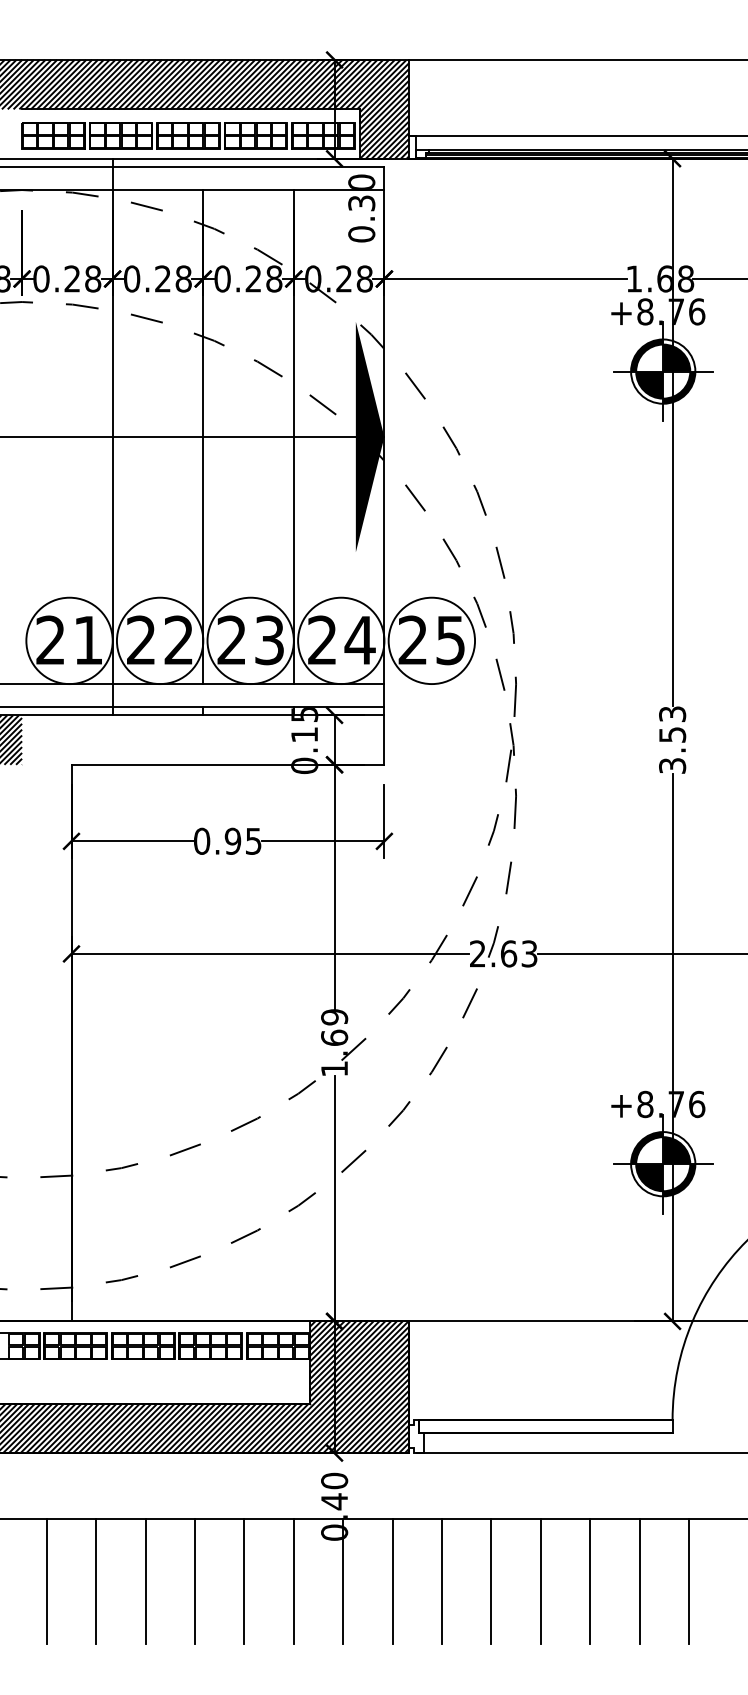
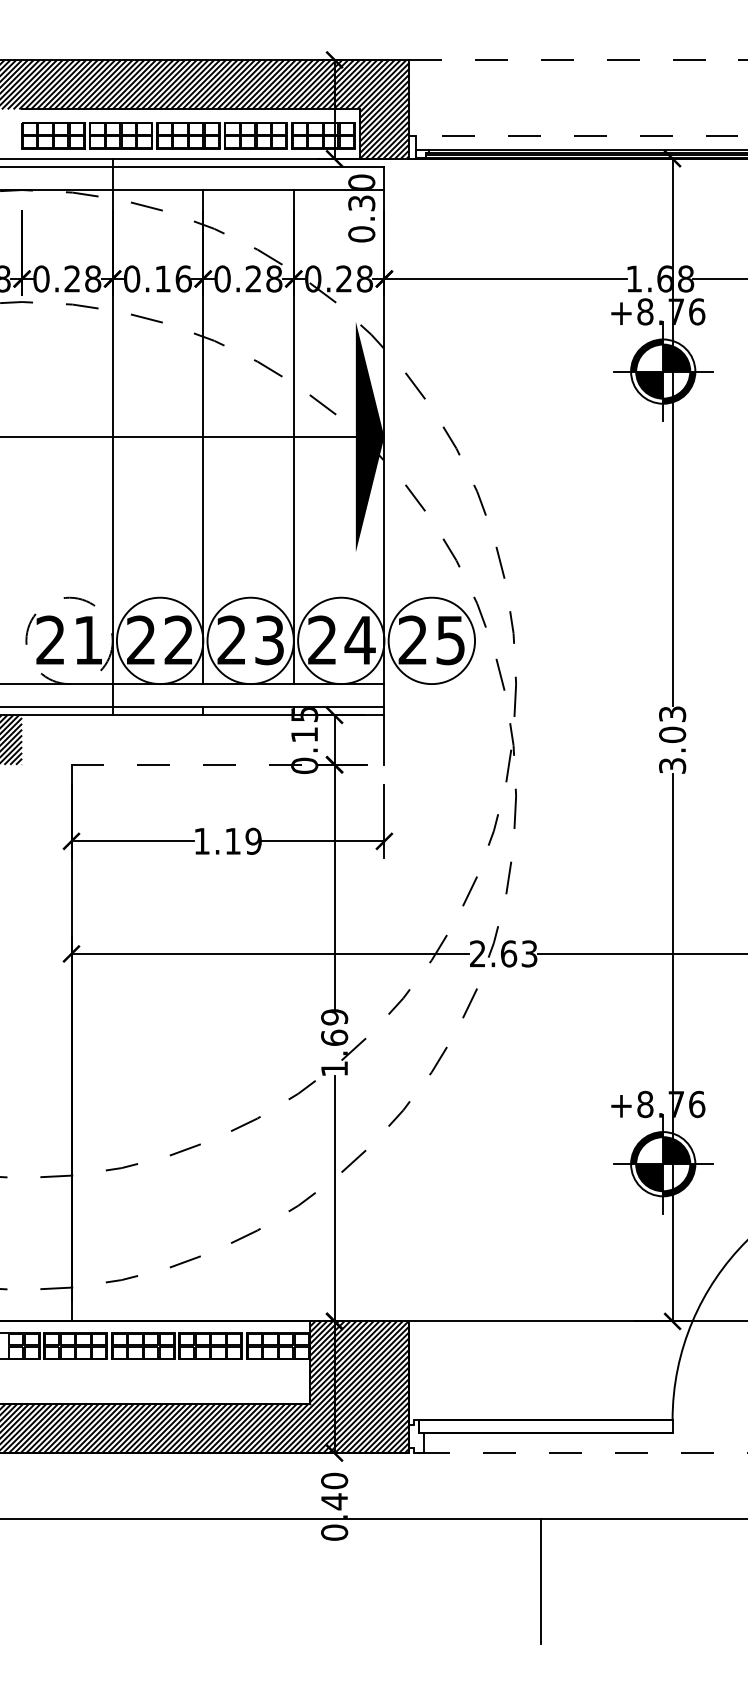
line at (578, 59): solid -> dashed
line at (578, 135): solid -> dashed
text at (173, 278): 0.28 -> 0.16
circle at (69, 640): solid -> dashed
text at (672, 734): 3.53 -> 3.03
line at (228, 764): solid -> dashed
text at (227, 840): 0.95 -> 1.19
line at (582, 1453): solid -> dashed
line at (46, 1581): present -> none
line at (96, 1581): present -> none
line at (145, 1581): present -> none
line at (195, 1581): present -> none
line at (244, 1581): present -> none
line at (293, 1581): present -> none
line at (343, 1581): present -> none
line at (392, 1581): present -> none
line at (442, 1581): present -> none
line at (491, 1581): present -> none
line at (590, 1581): present -> none
line at (639, 1581): present -> none
line at (689, 1581): present -> none
